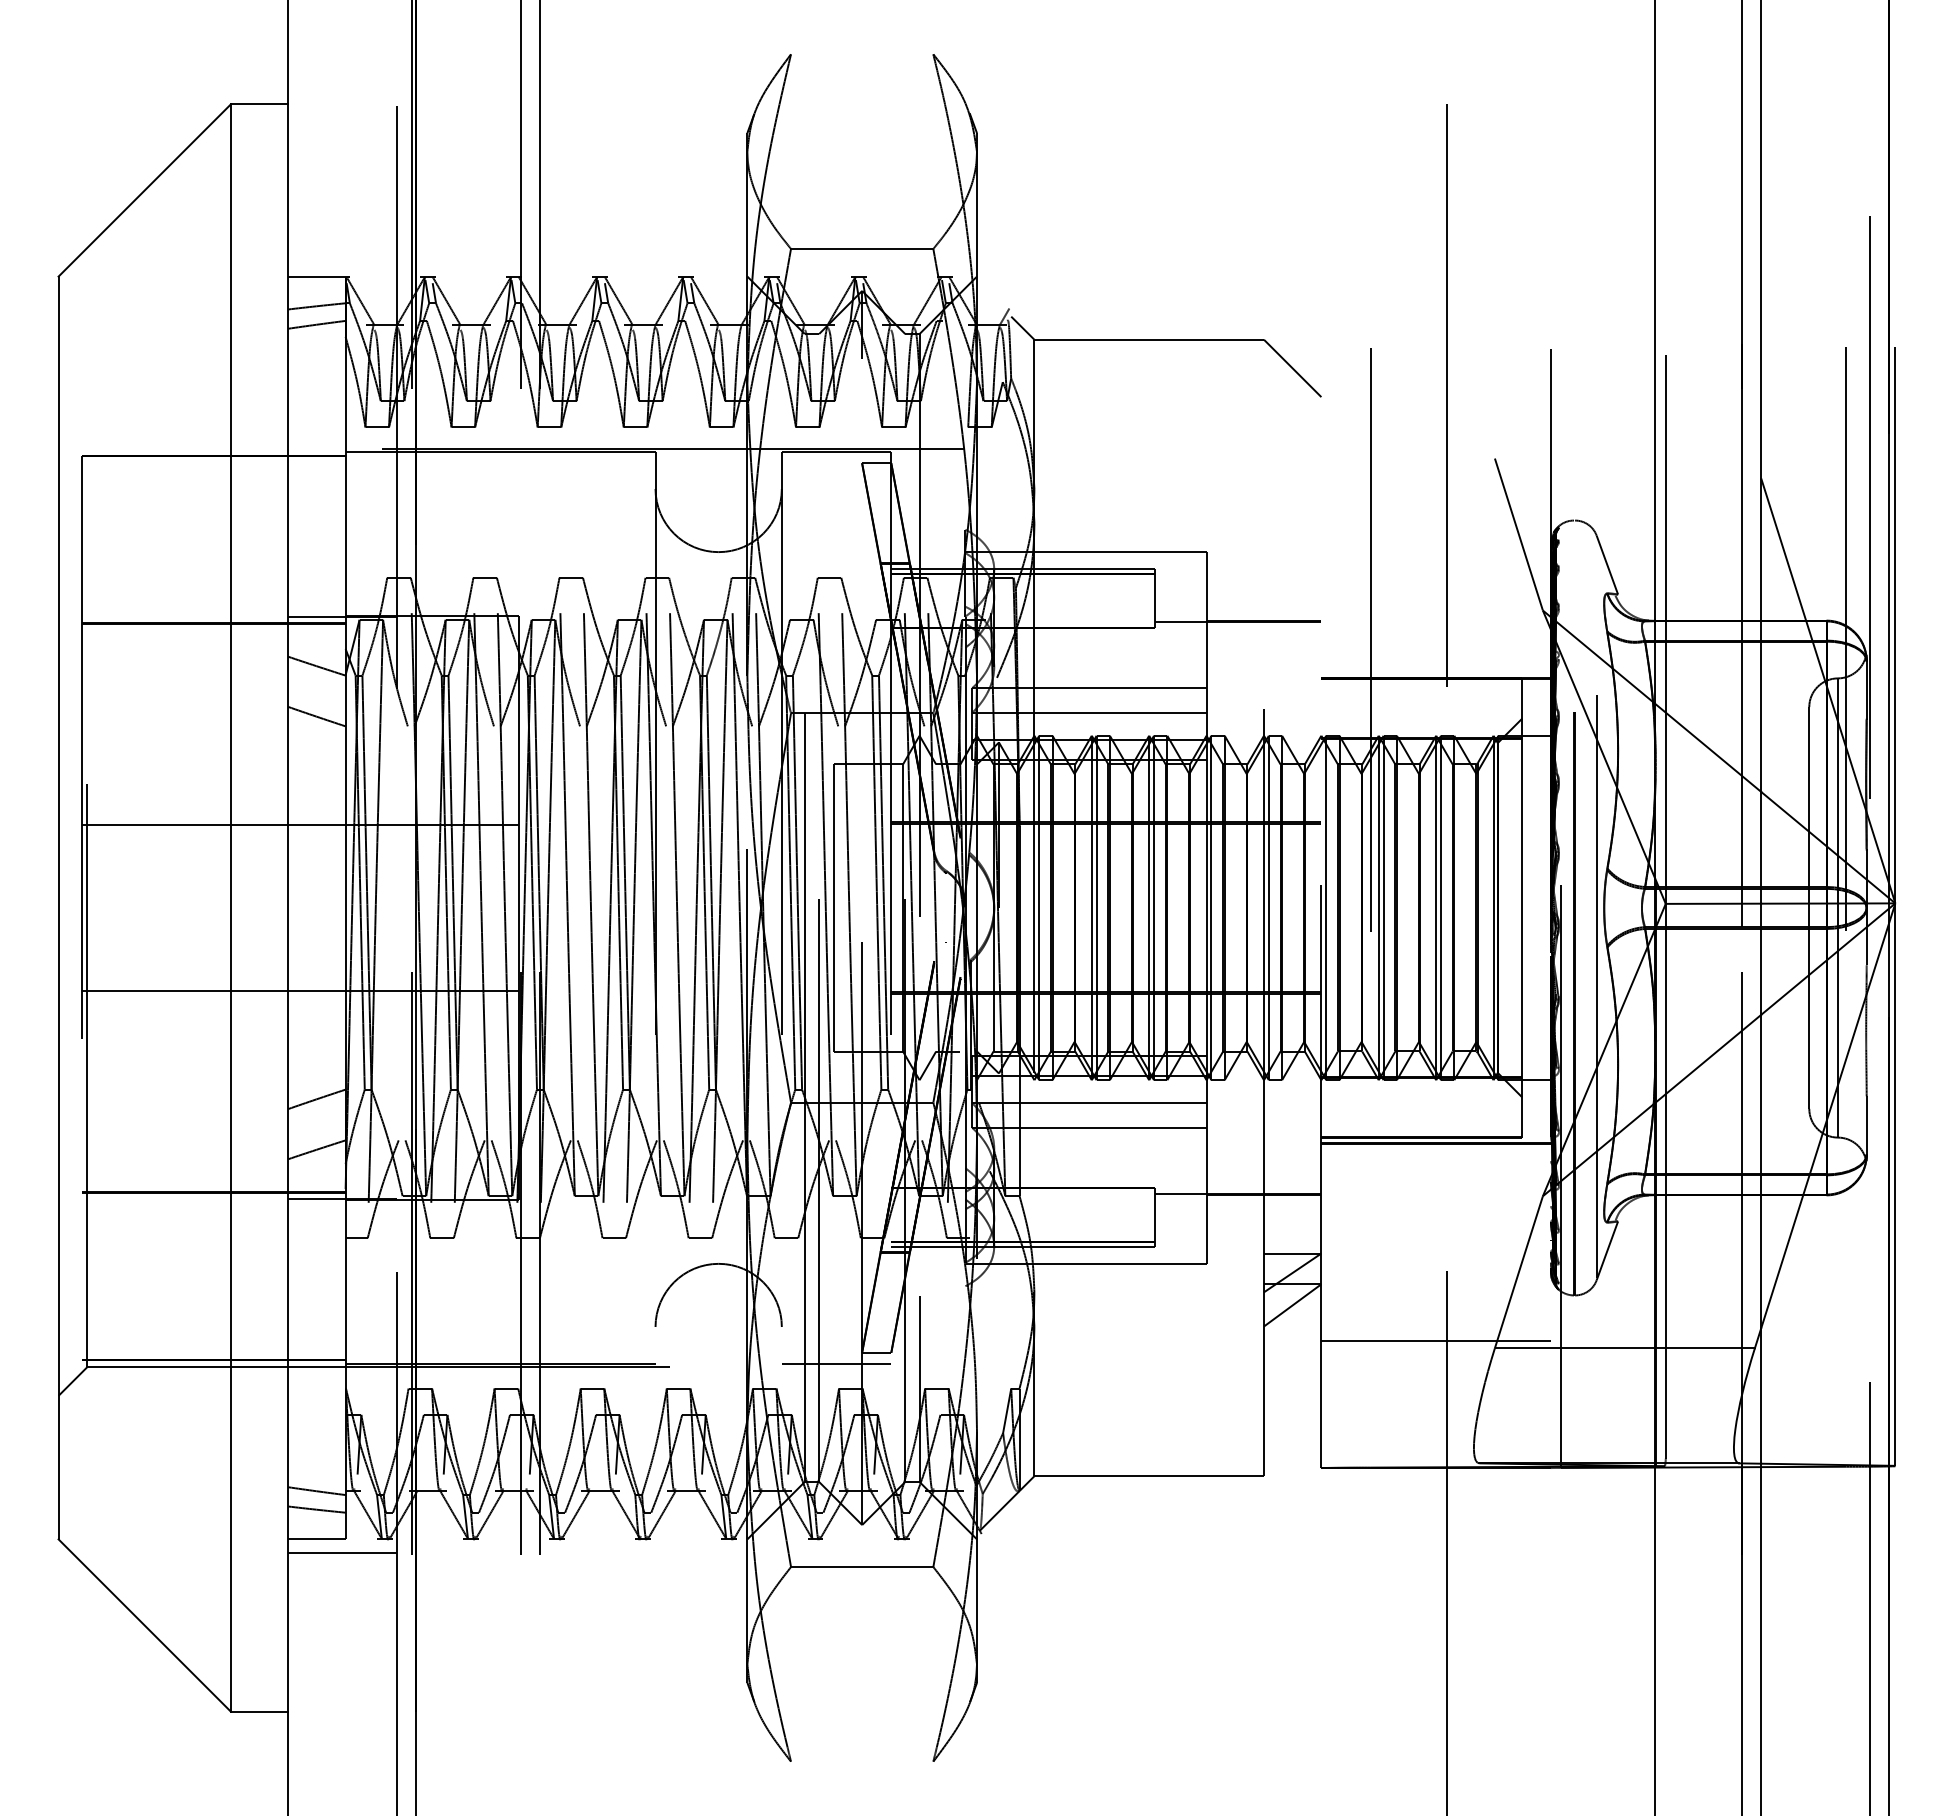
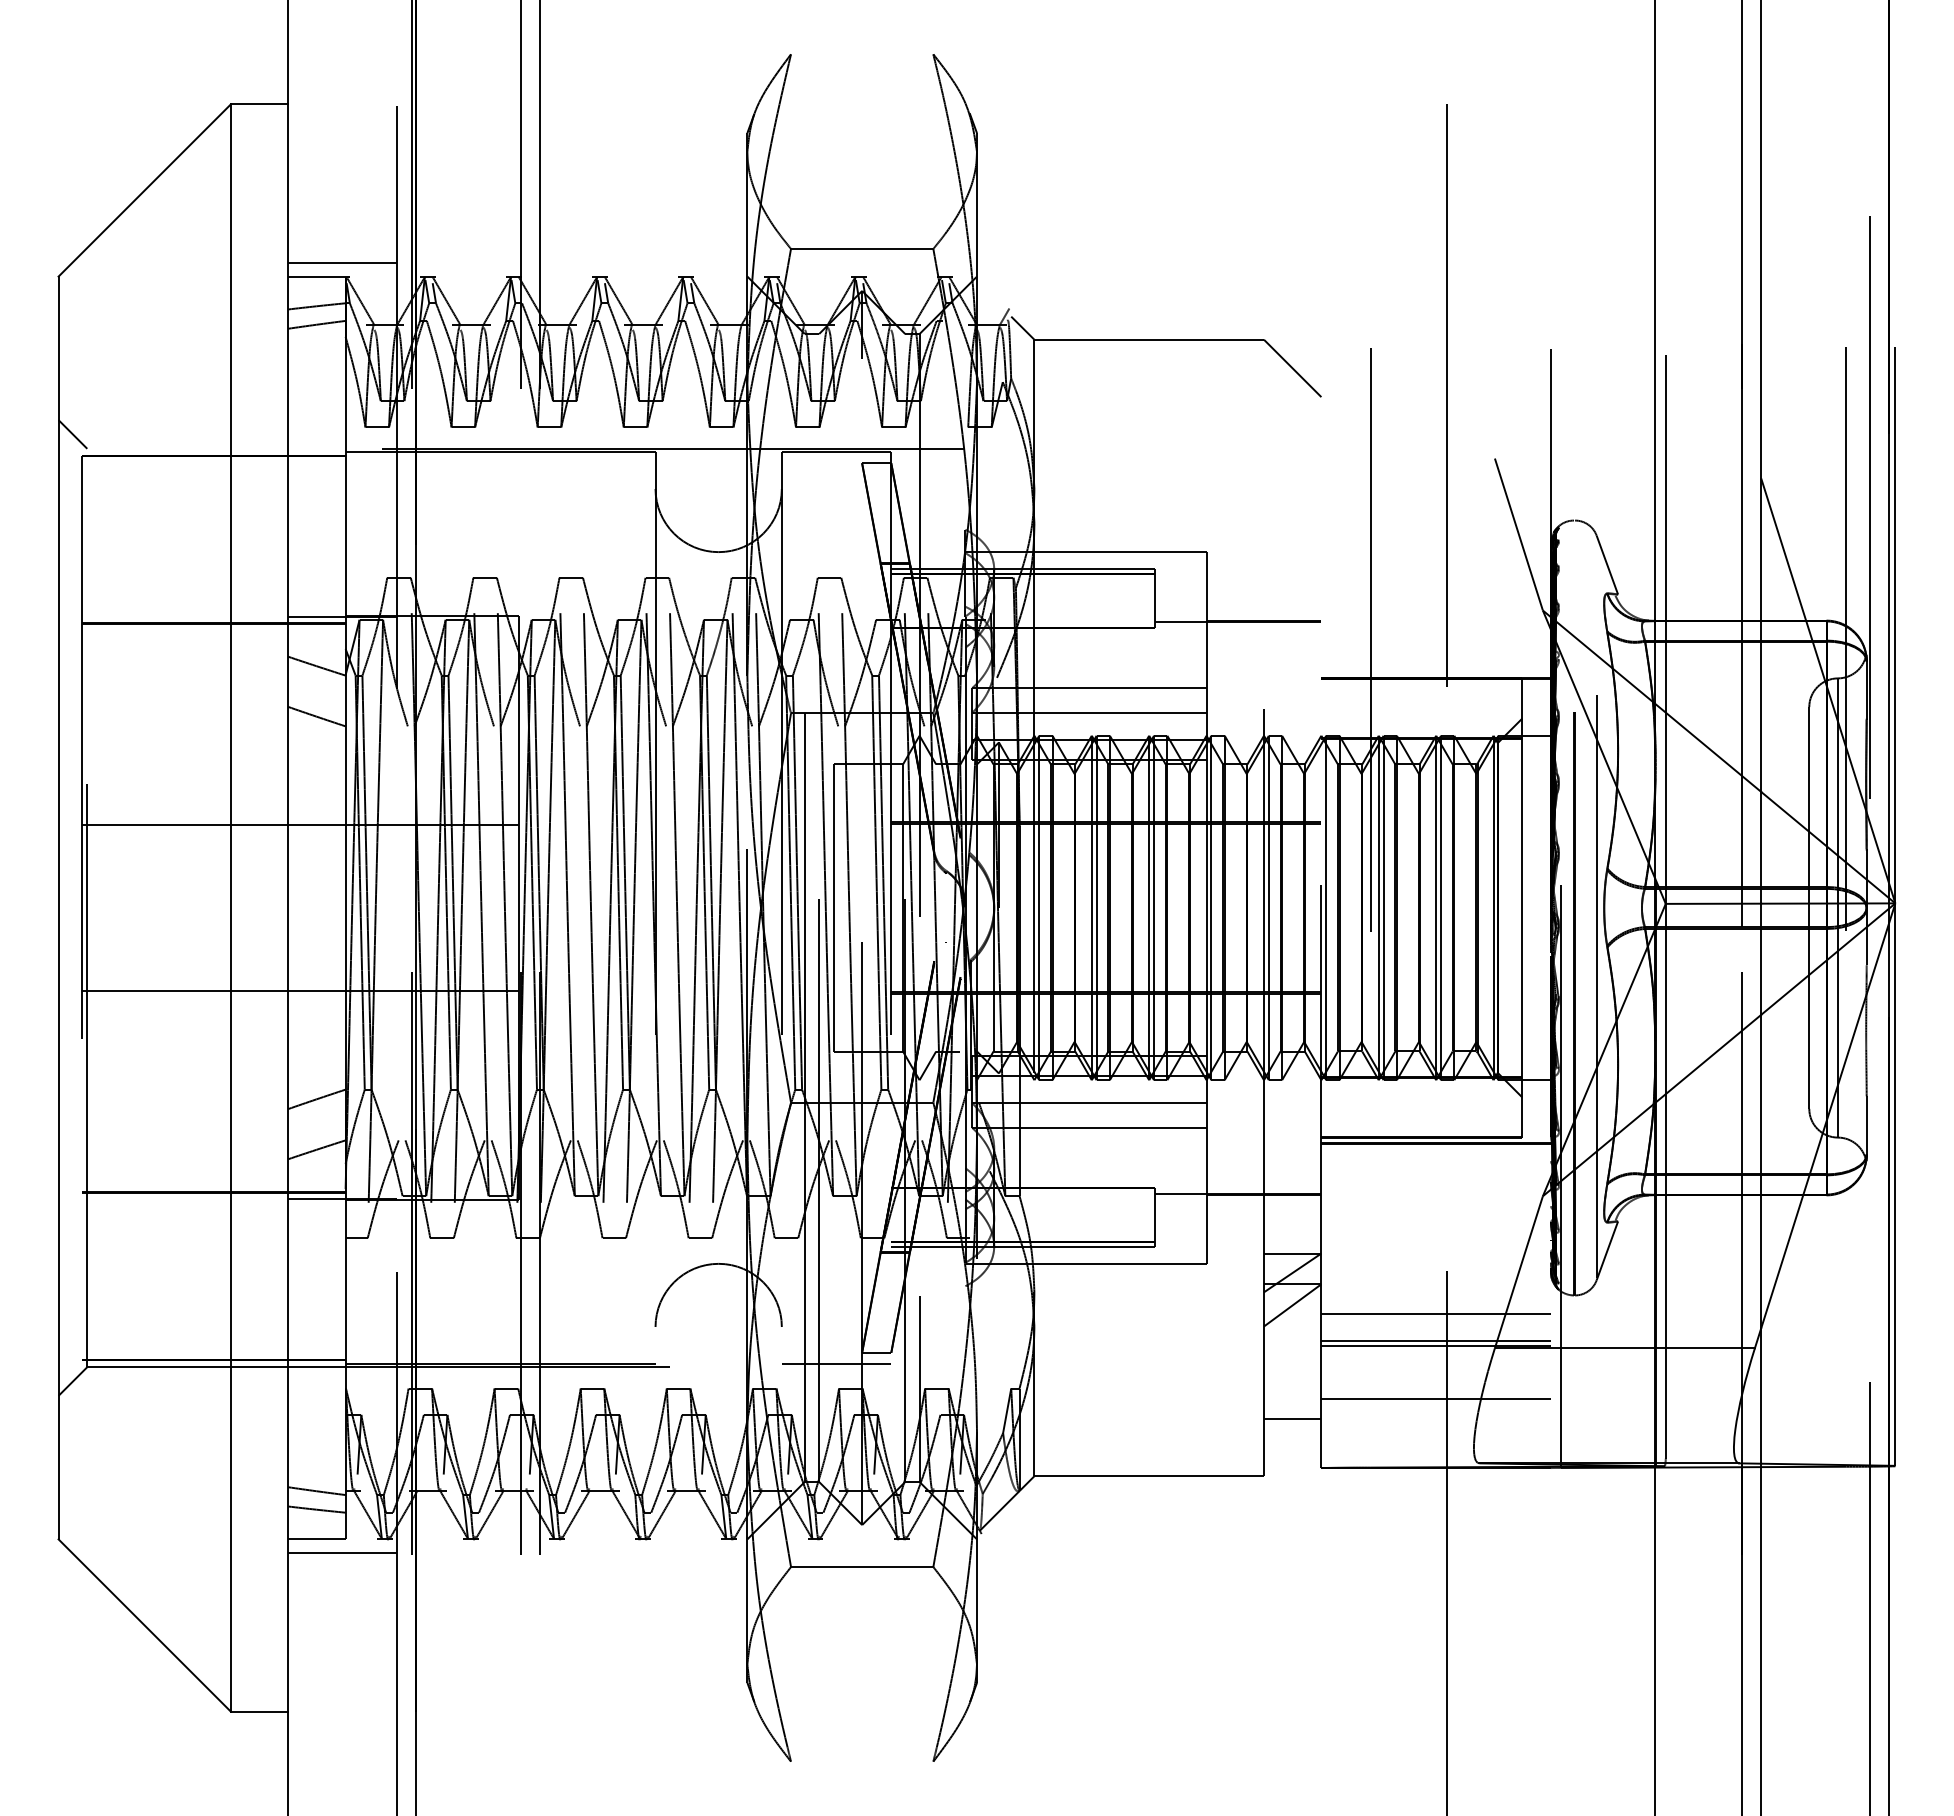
line at (342, 262): none -> present
line at (72, 434): none -> present
line at (1435, 1314): none -> present
line at (1435, 1345): none -> present
line at (1435, 1398): none -> present
line at (1292, 1418): none -> present
